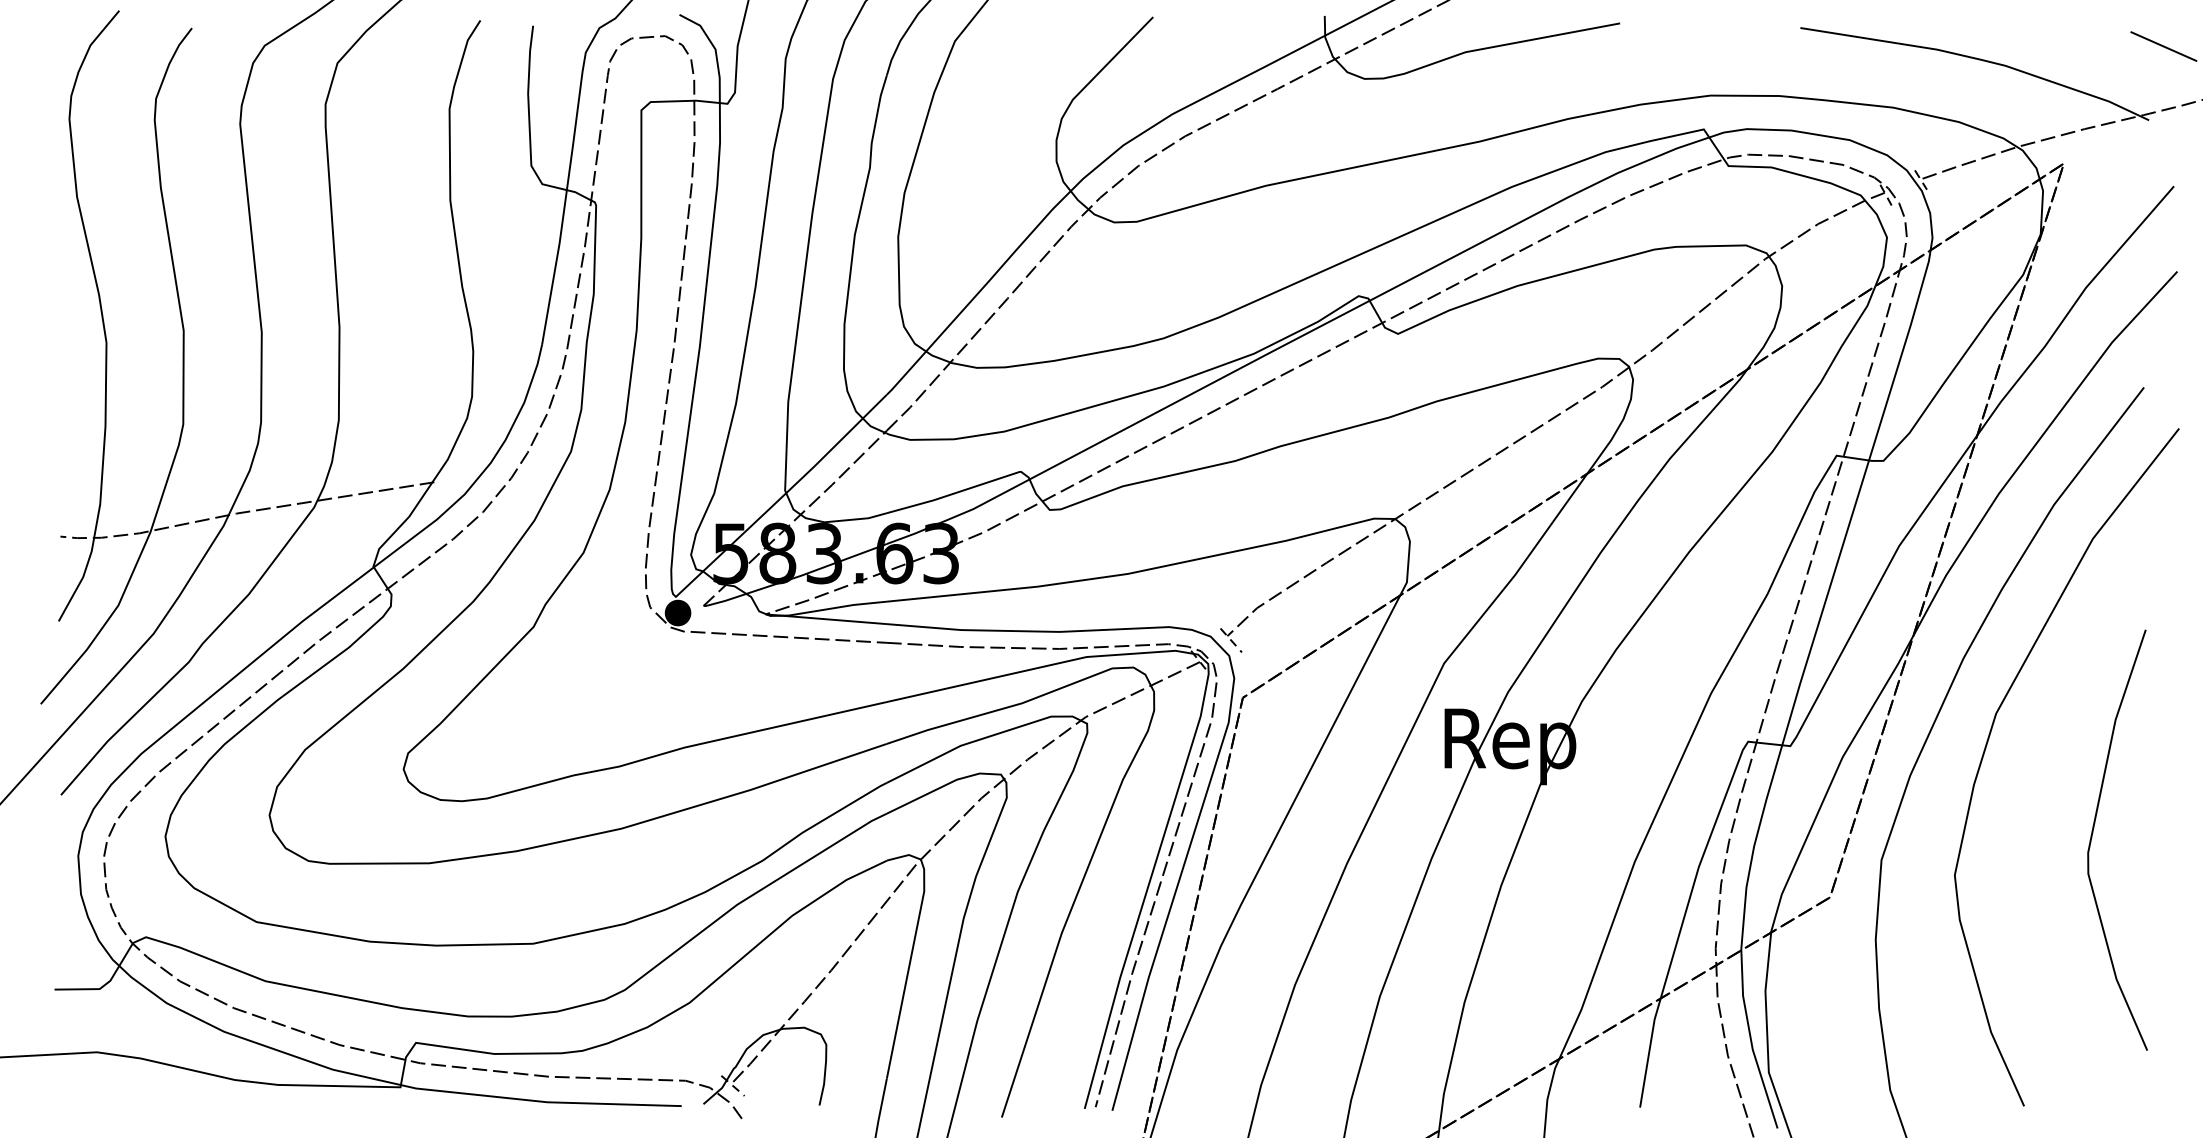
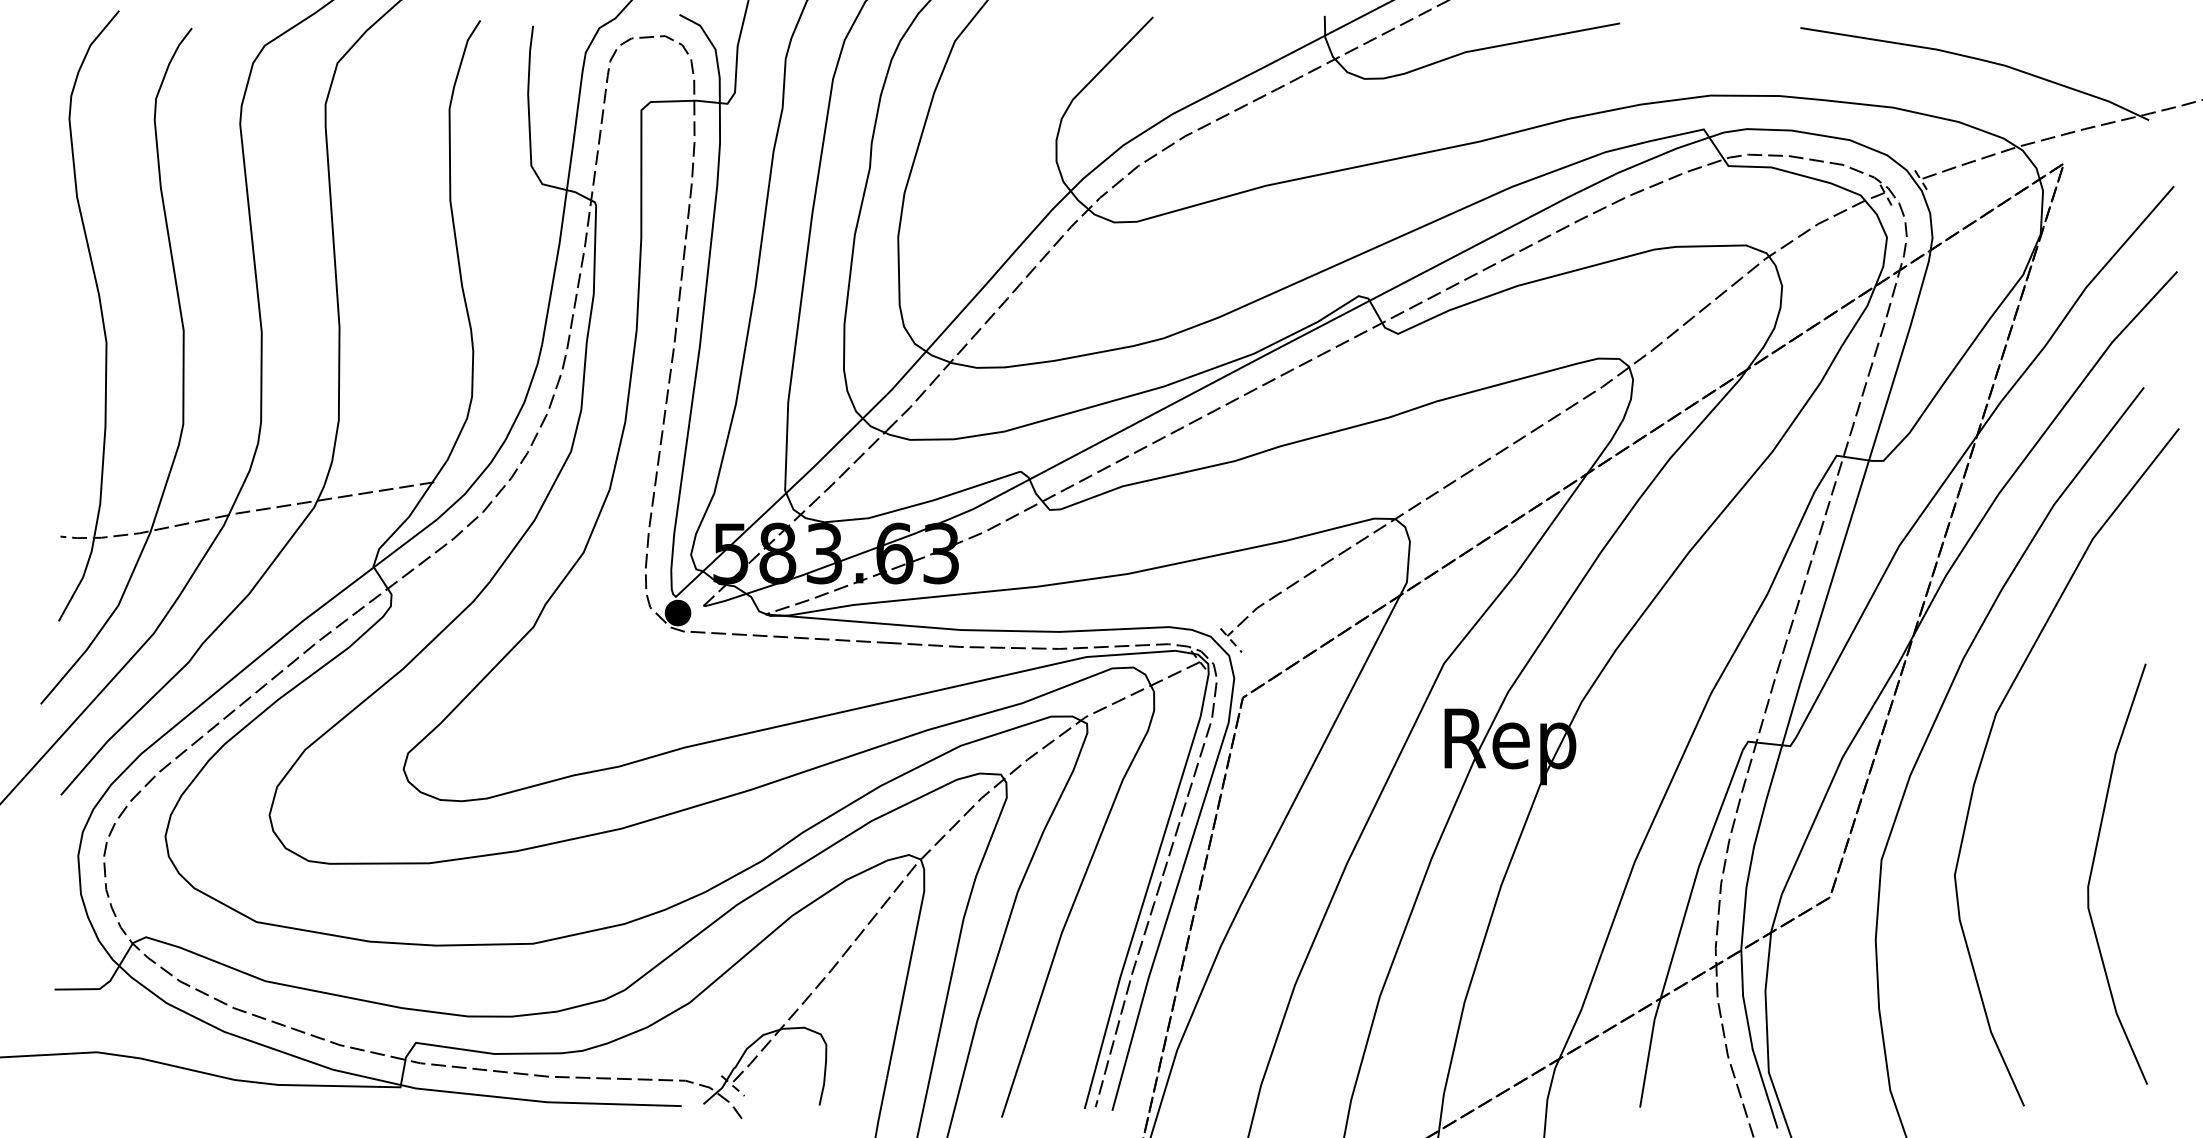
line at (2163, 46): present -> none
curve at (2093, 833) position: (2093, 833) -> (2093, 867)
